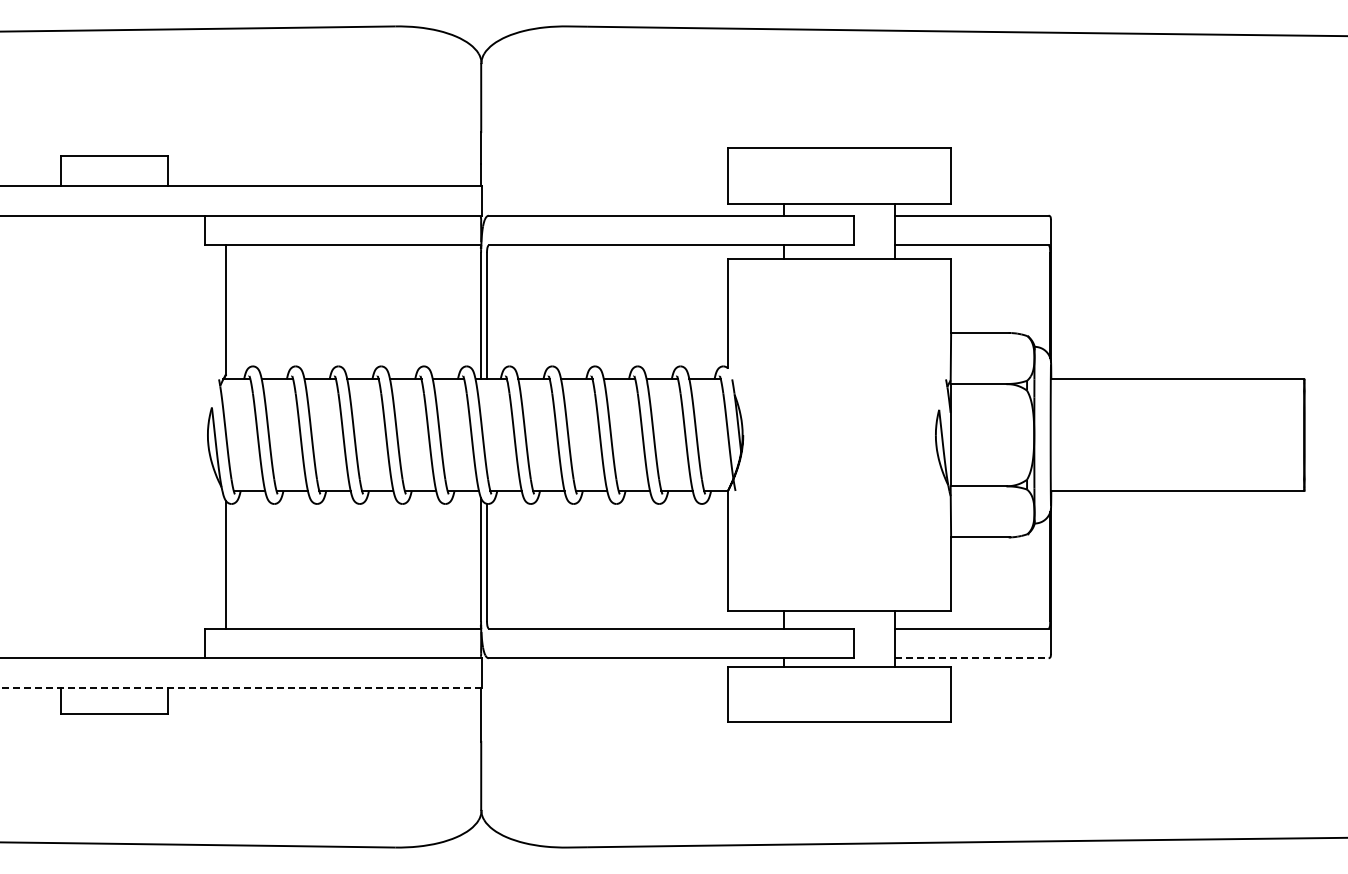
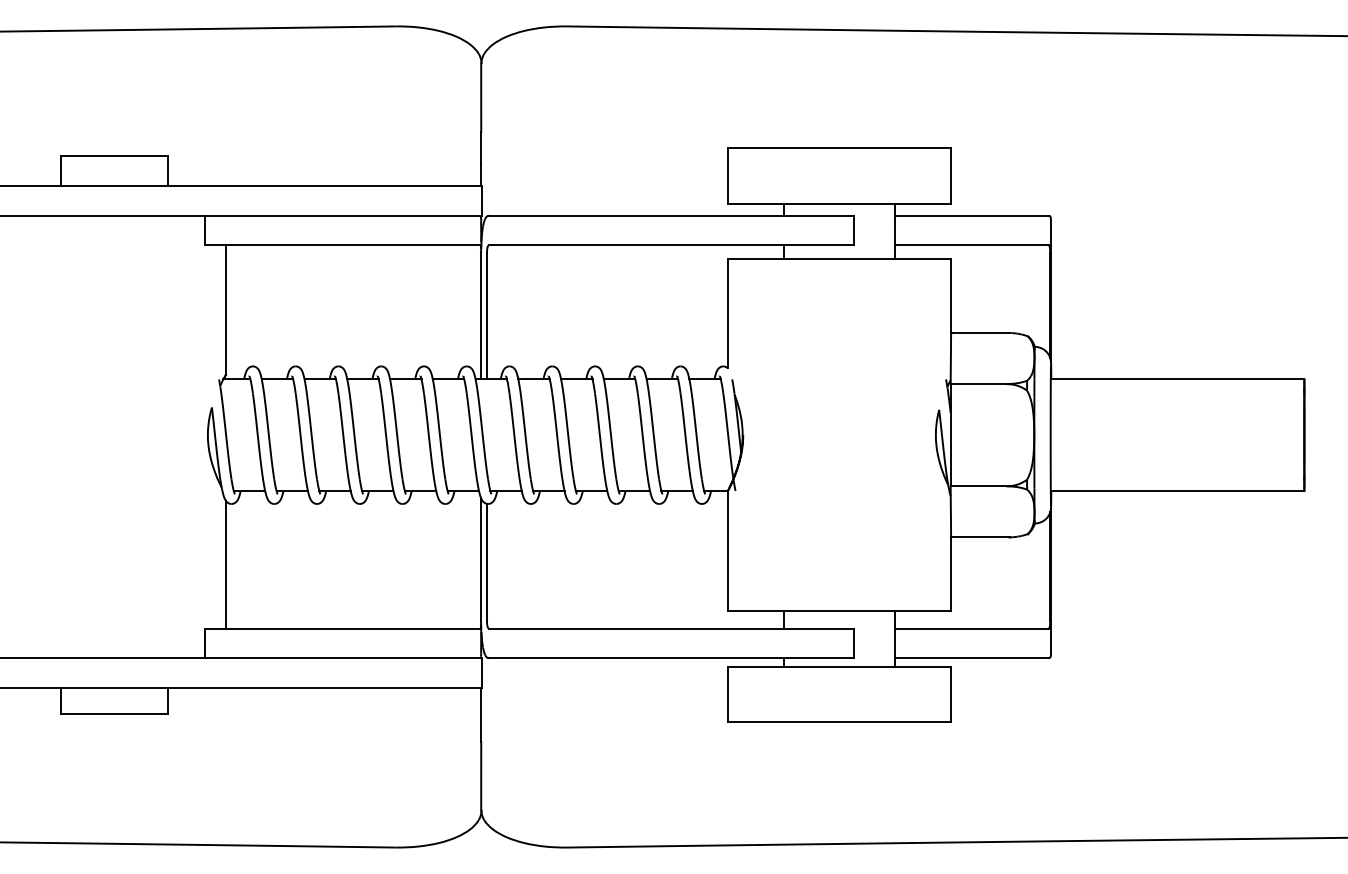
line at (971, 658): dashed -> solid
line at (241, 688): dashed -> solid
